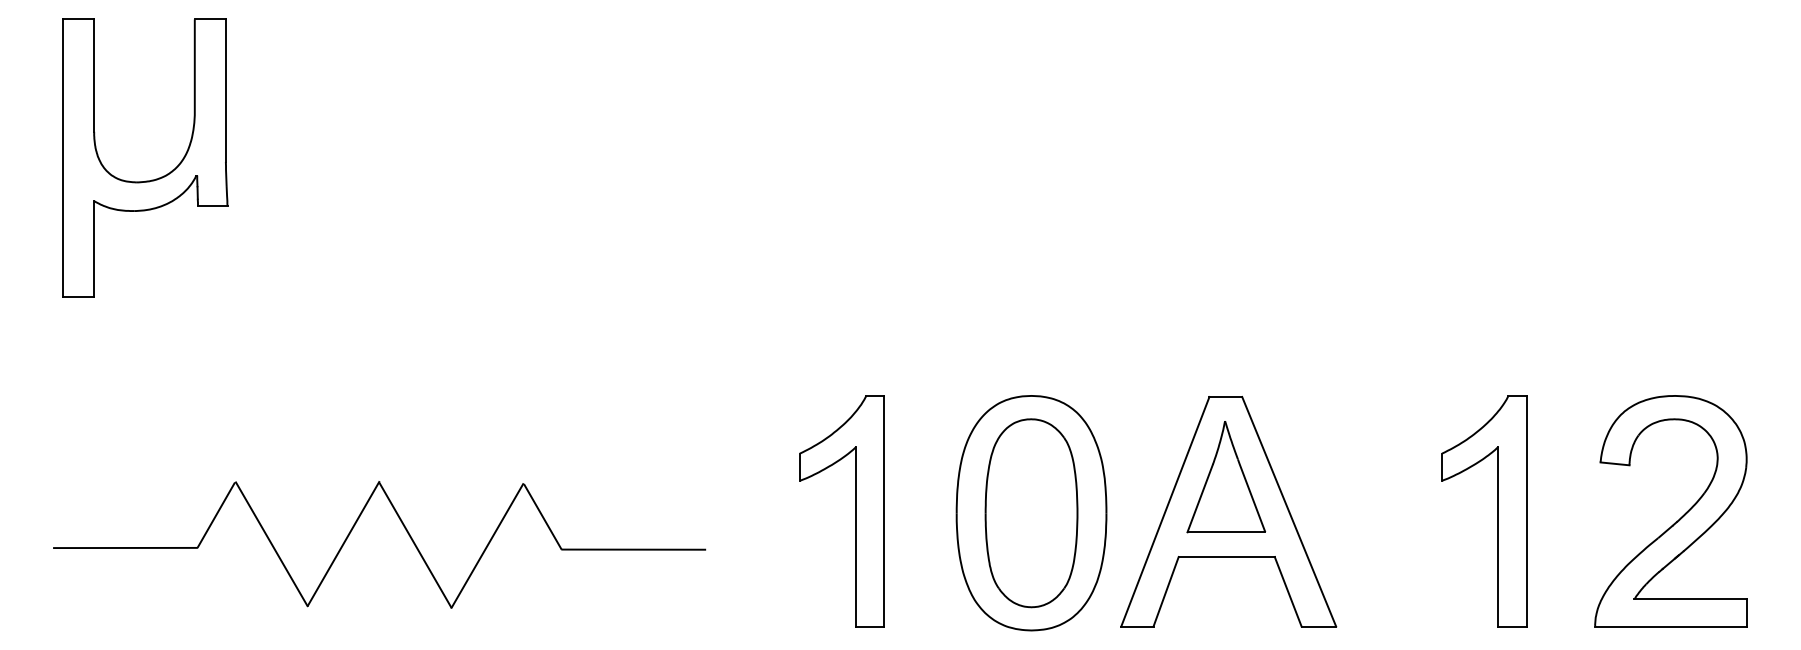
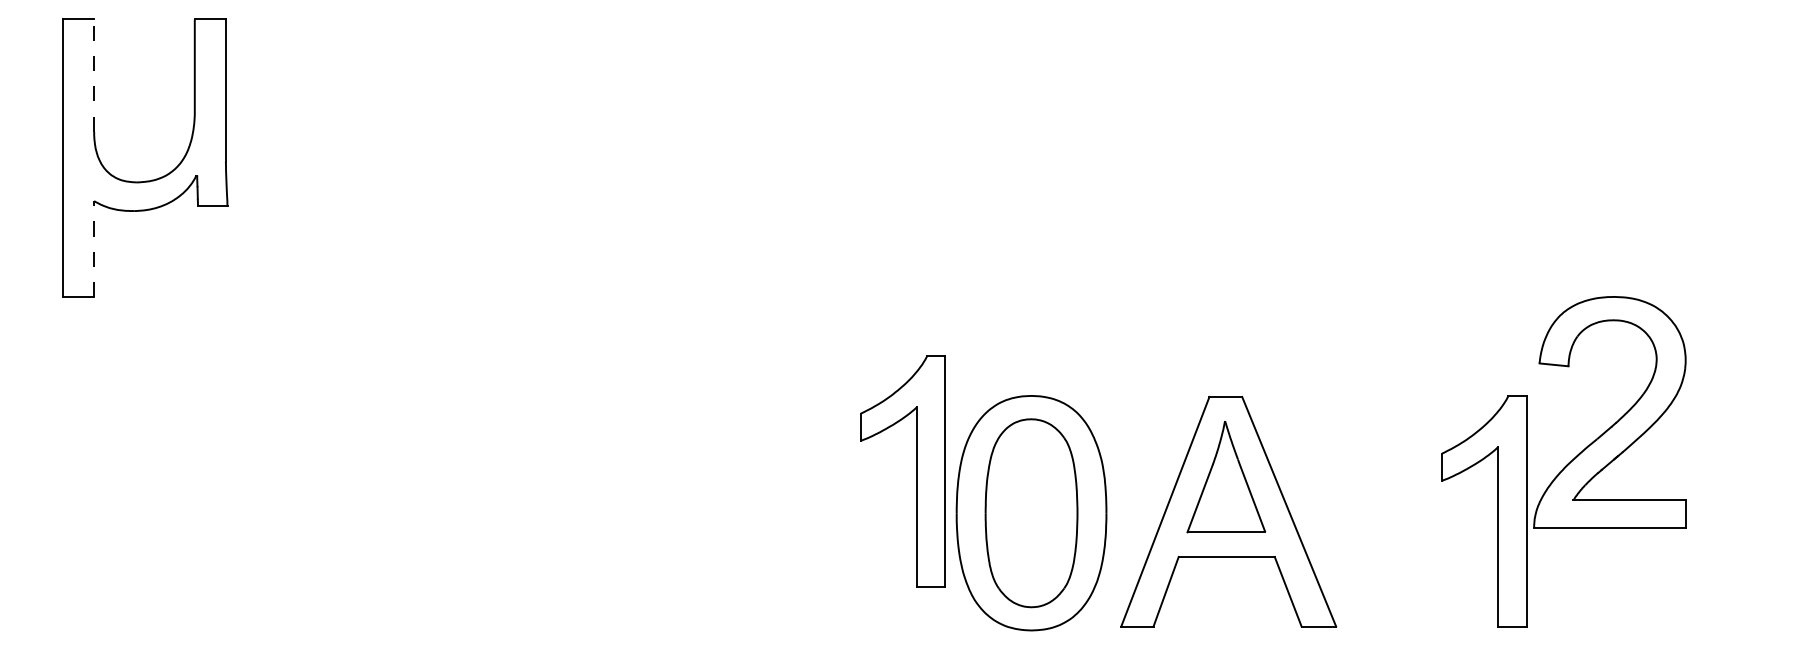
line at (94, 75): solid -> dashed
line at (94, 248): solid -> dashed
part at (855, 511) position: (855, 511) -> (916, 471)
part at (1678, 519) position: (1678, 519) -> (1617, 420)
part at (405, 530): present -> none
